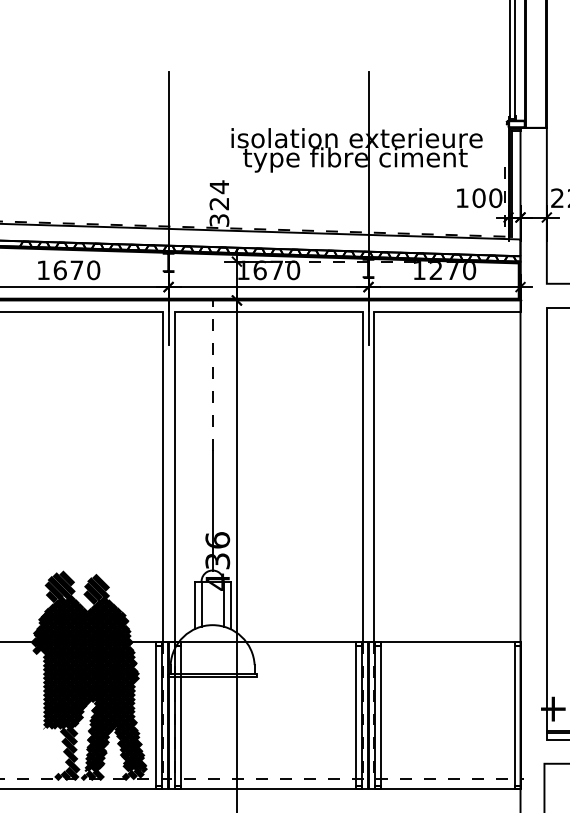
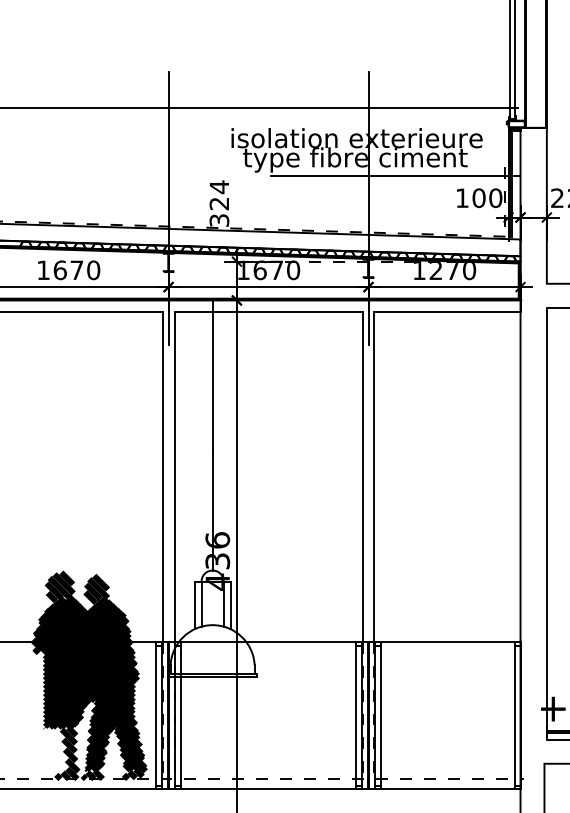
line at (260, 107): none -> present
line at (394, 176): none -> present
line at (212, 375): dashed -> solid
